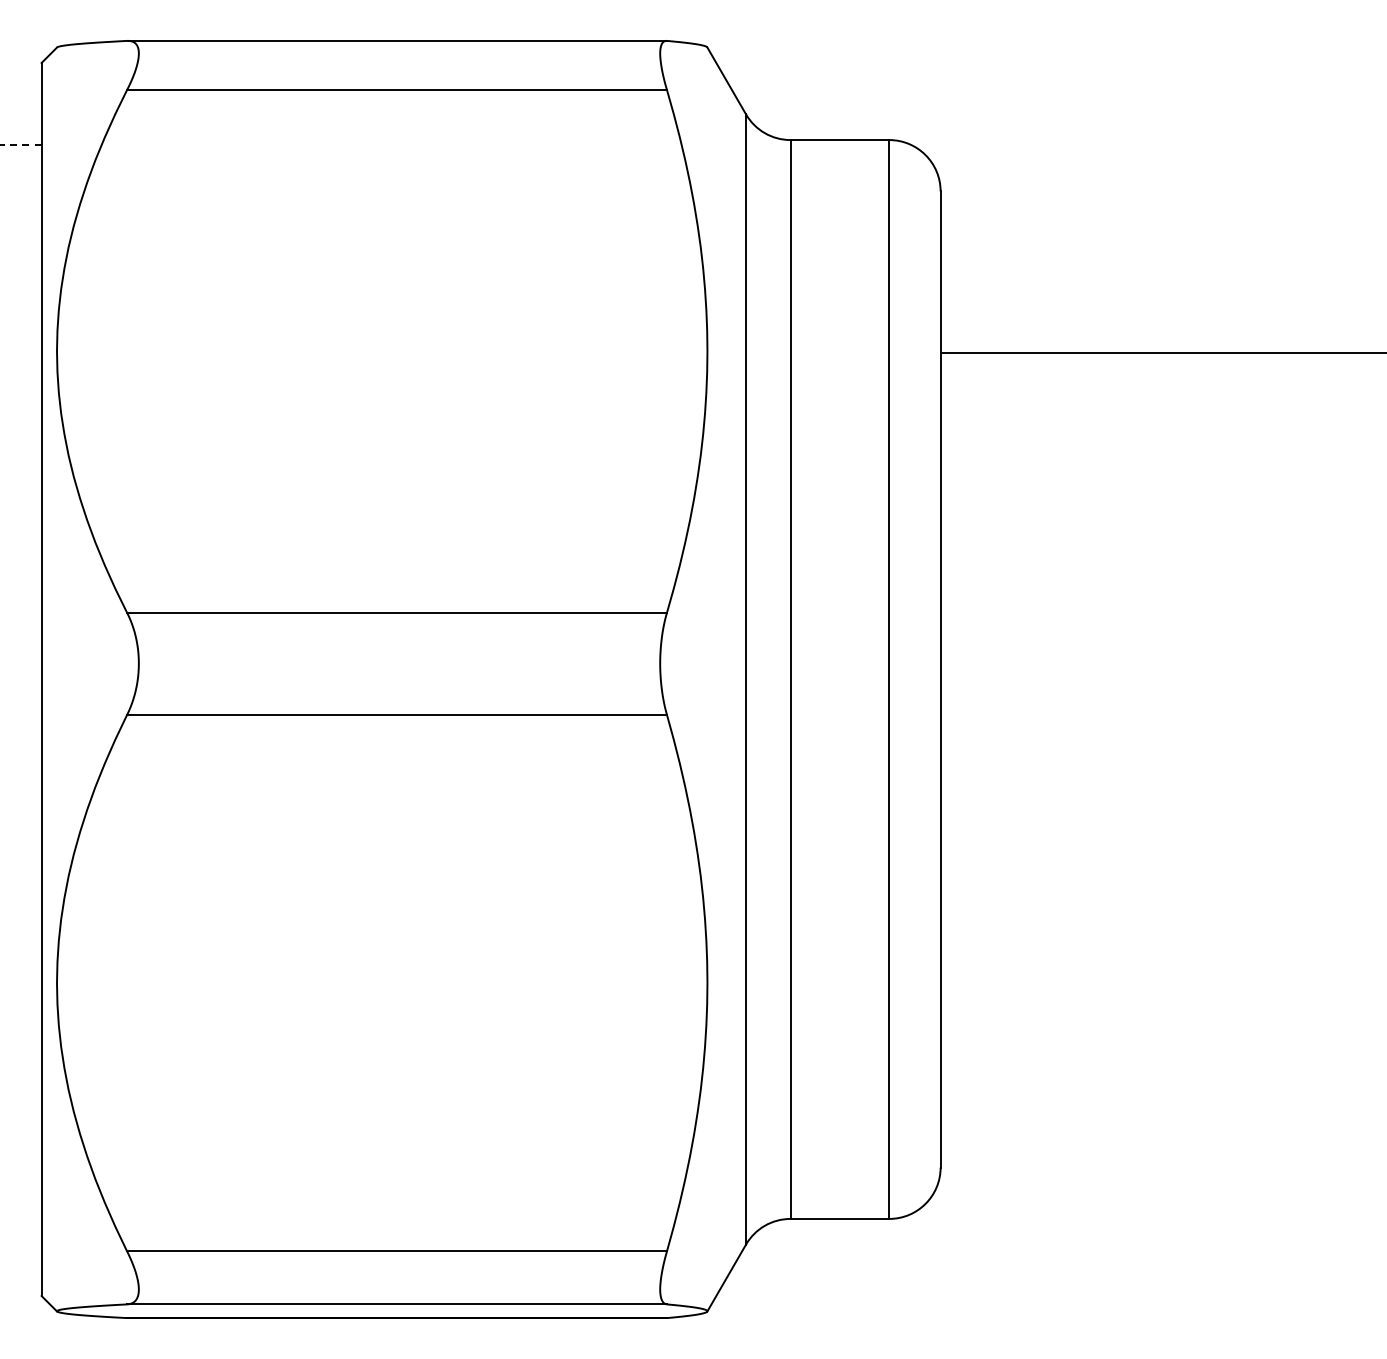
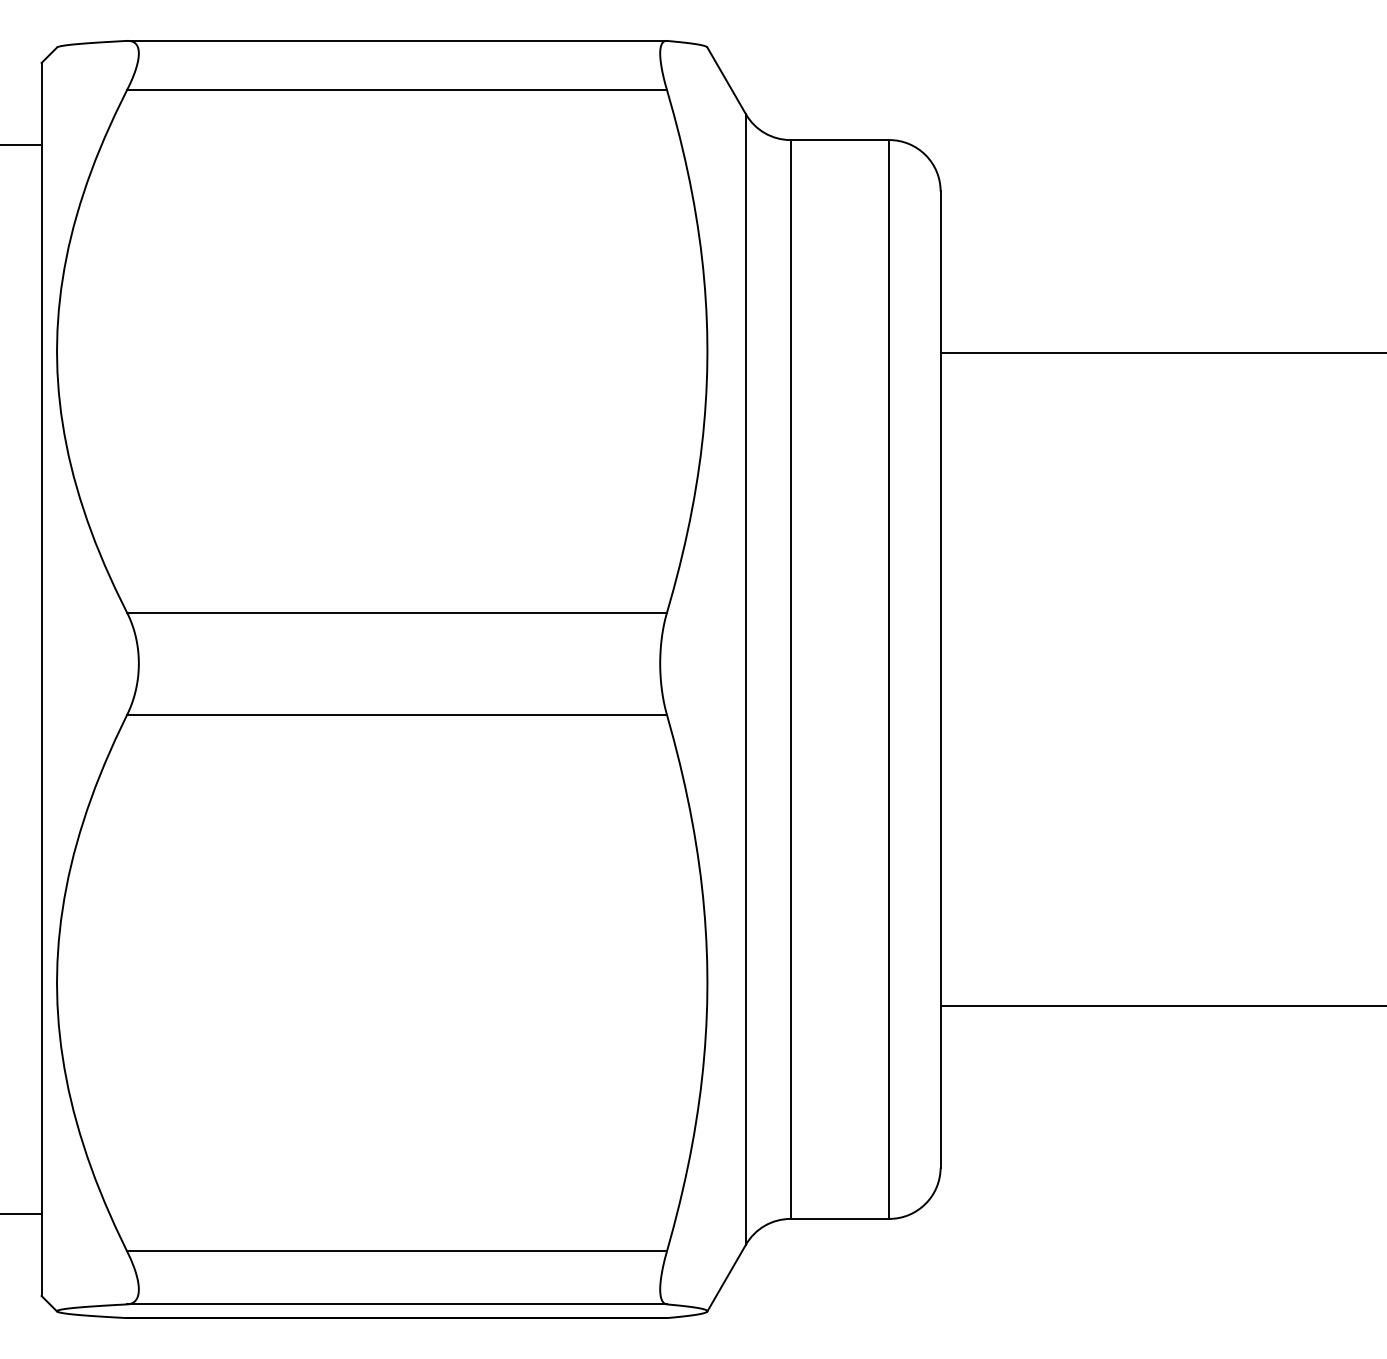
line at (20, 145): dashed -> solid
line at (1161, 1005): none -> present
line at (21, 1213): none -> present
